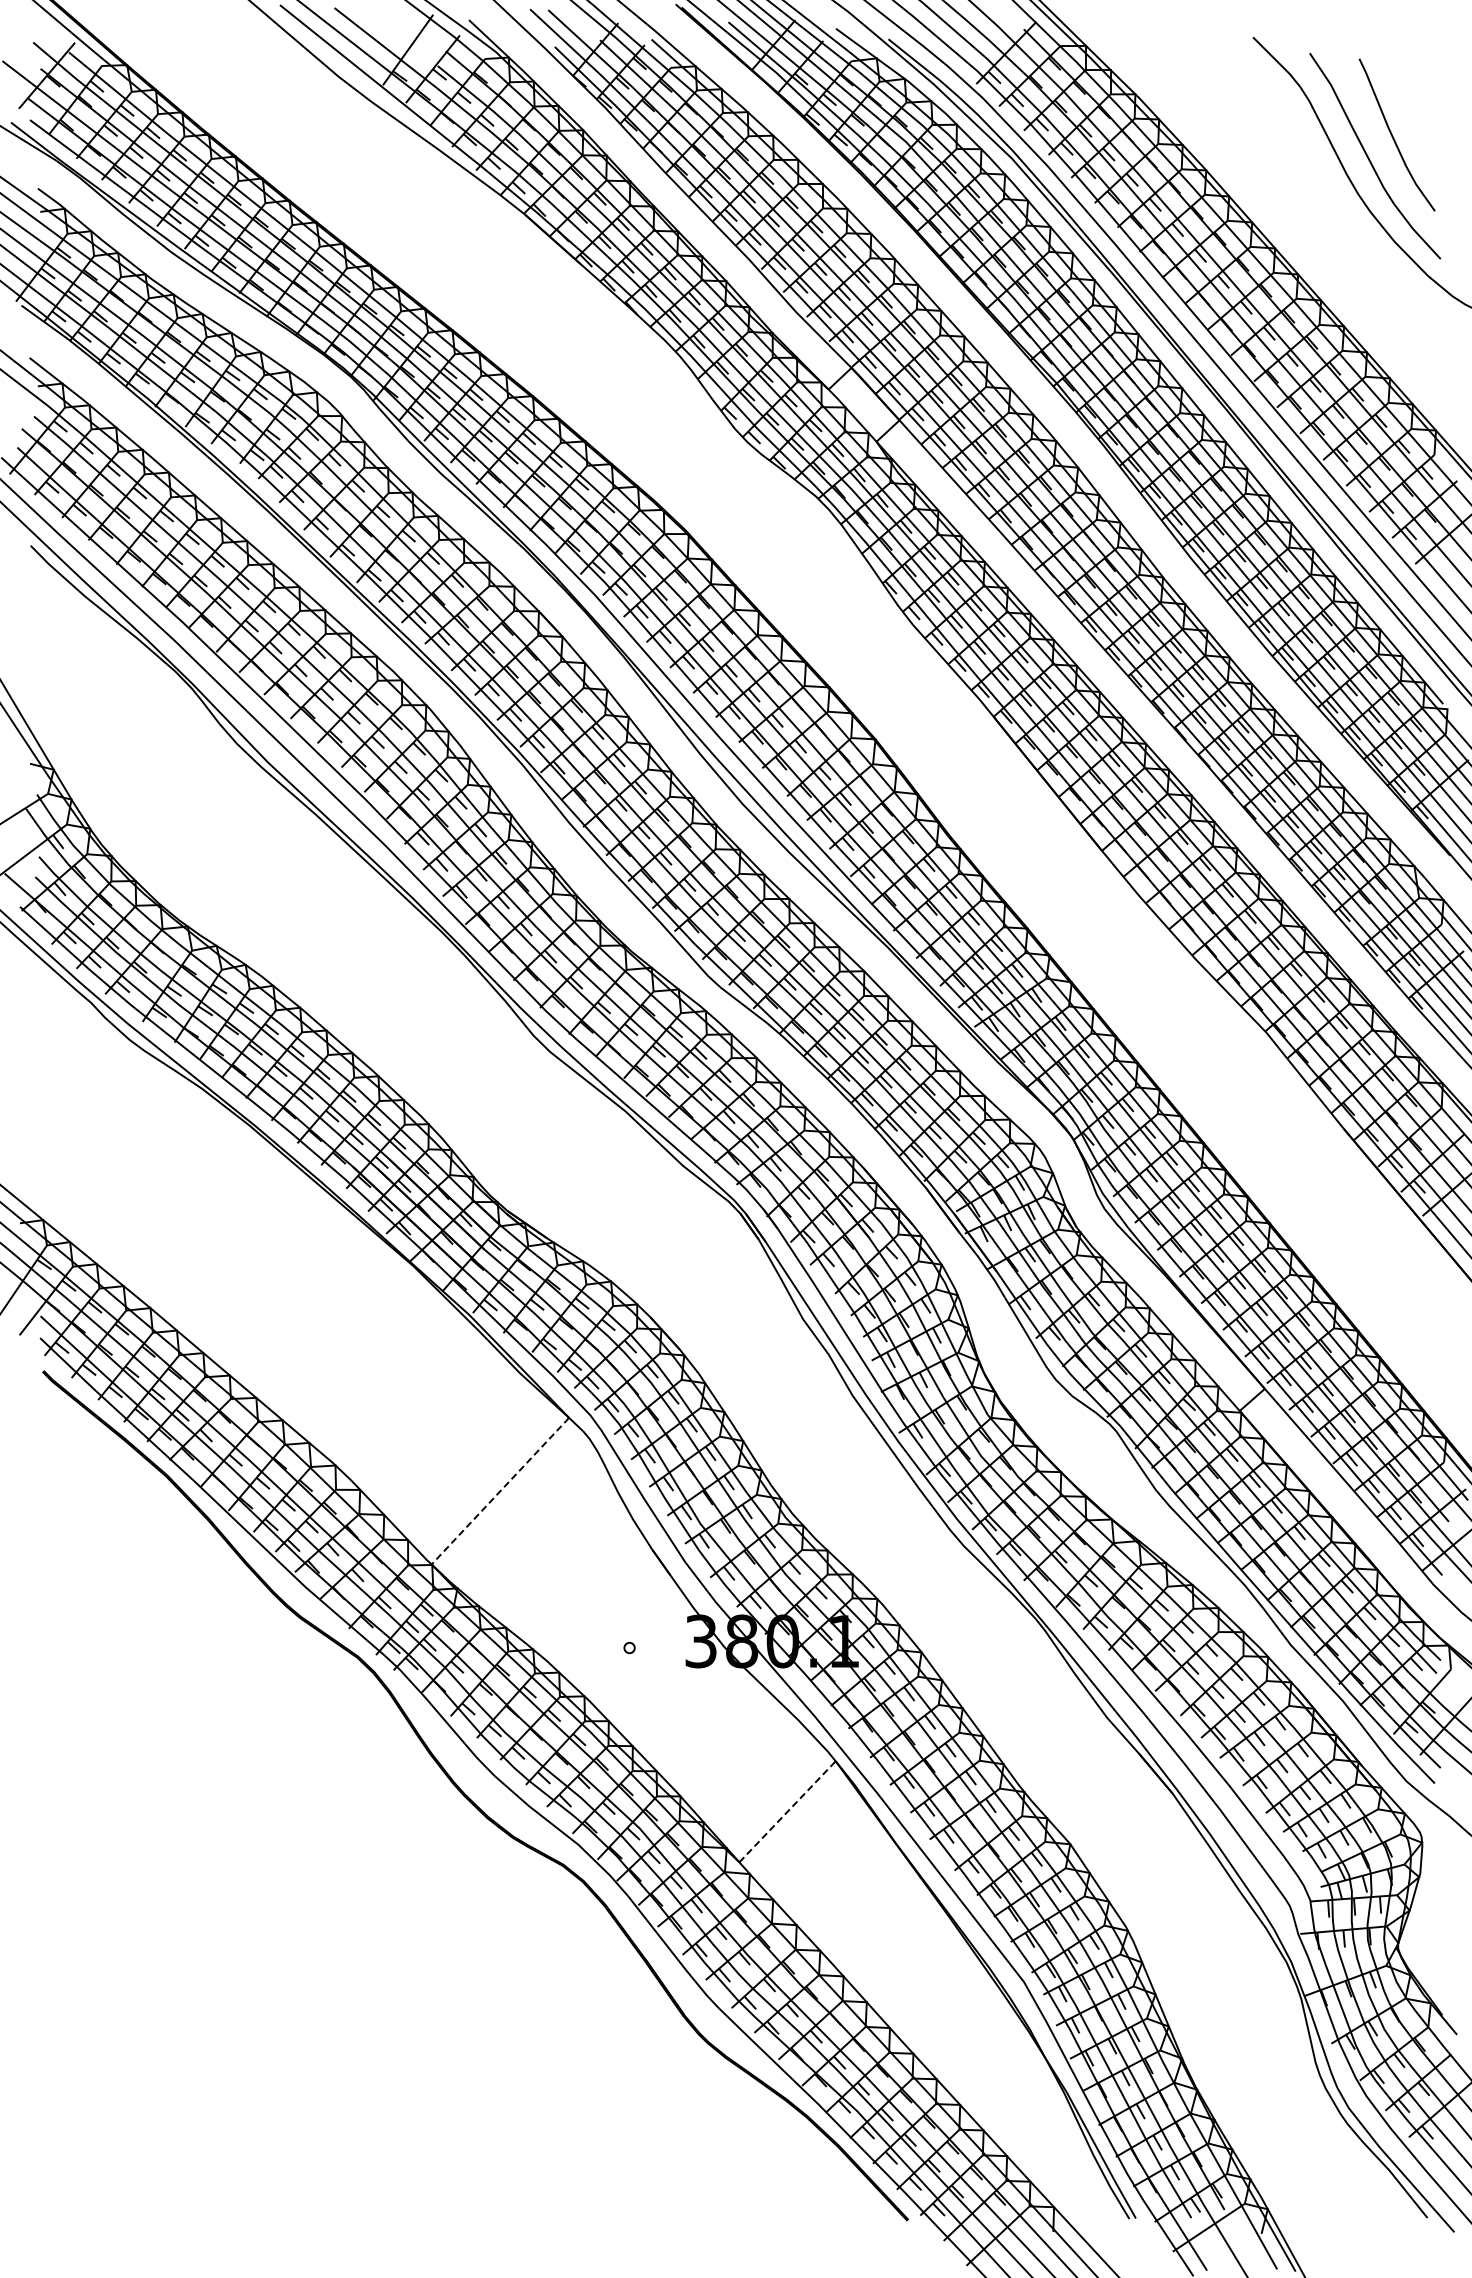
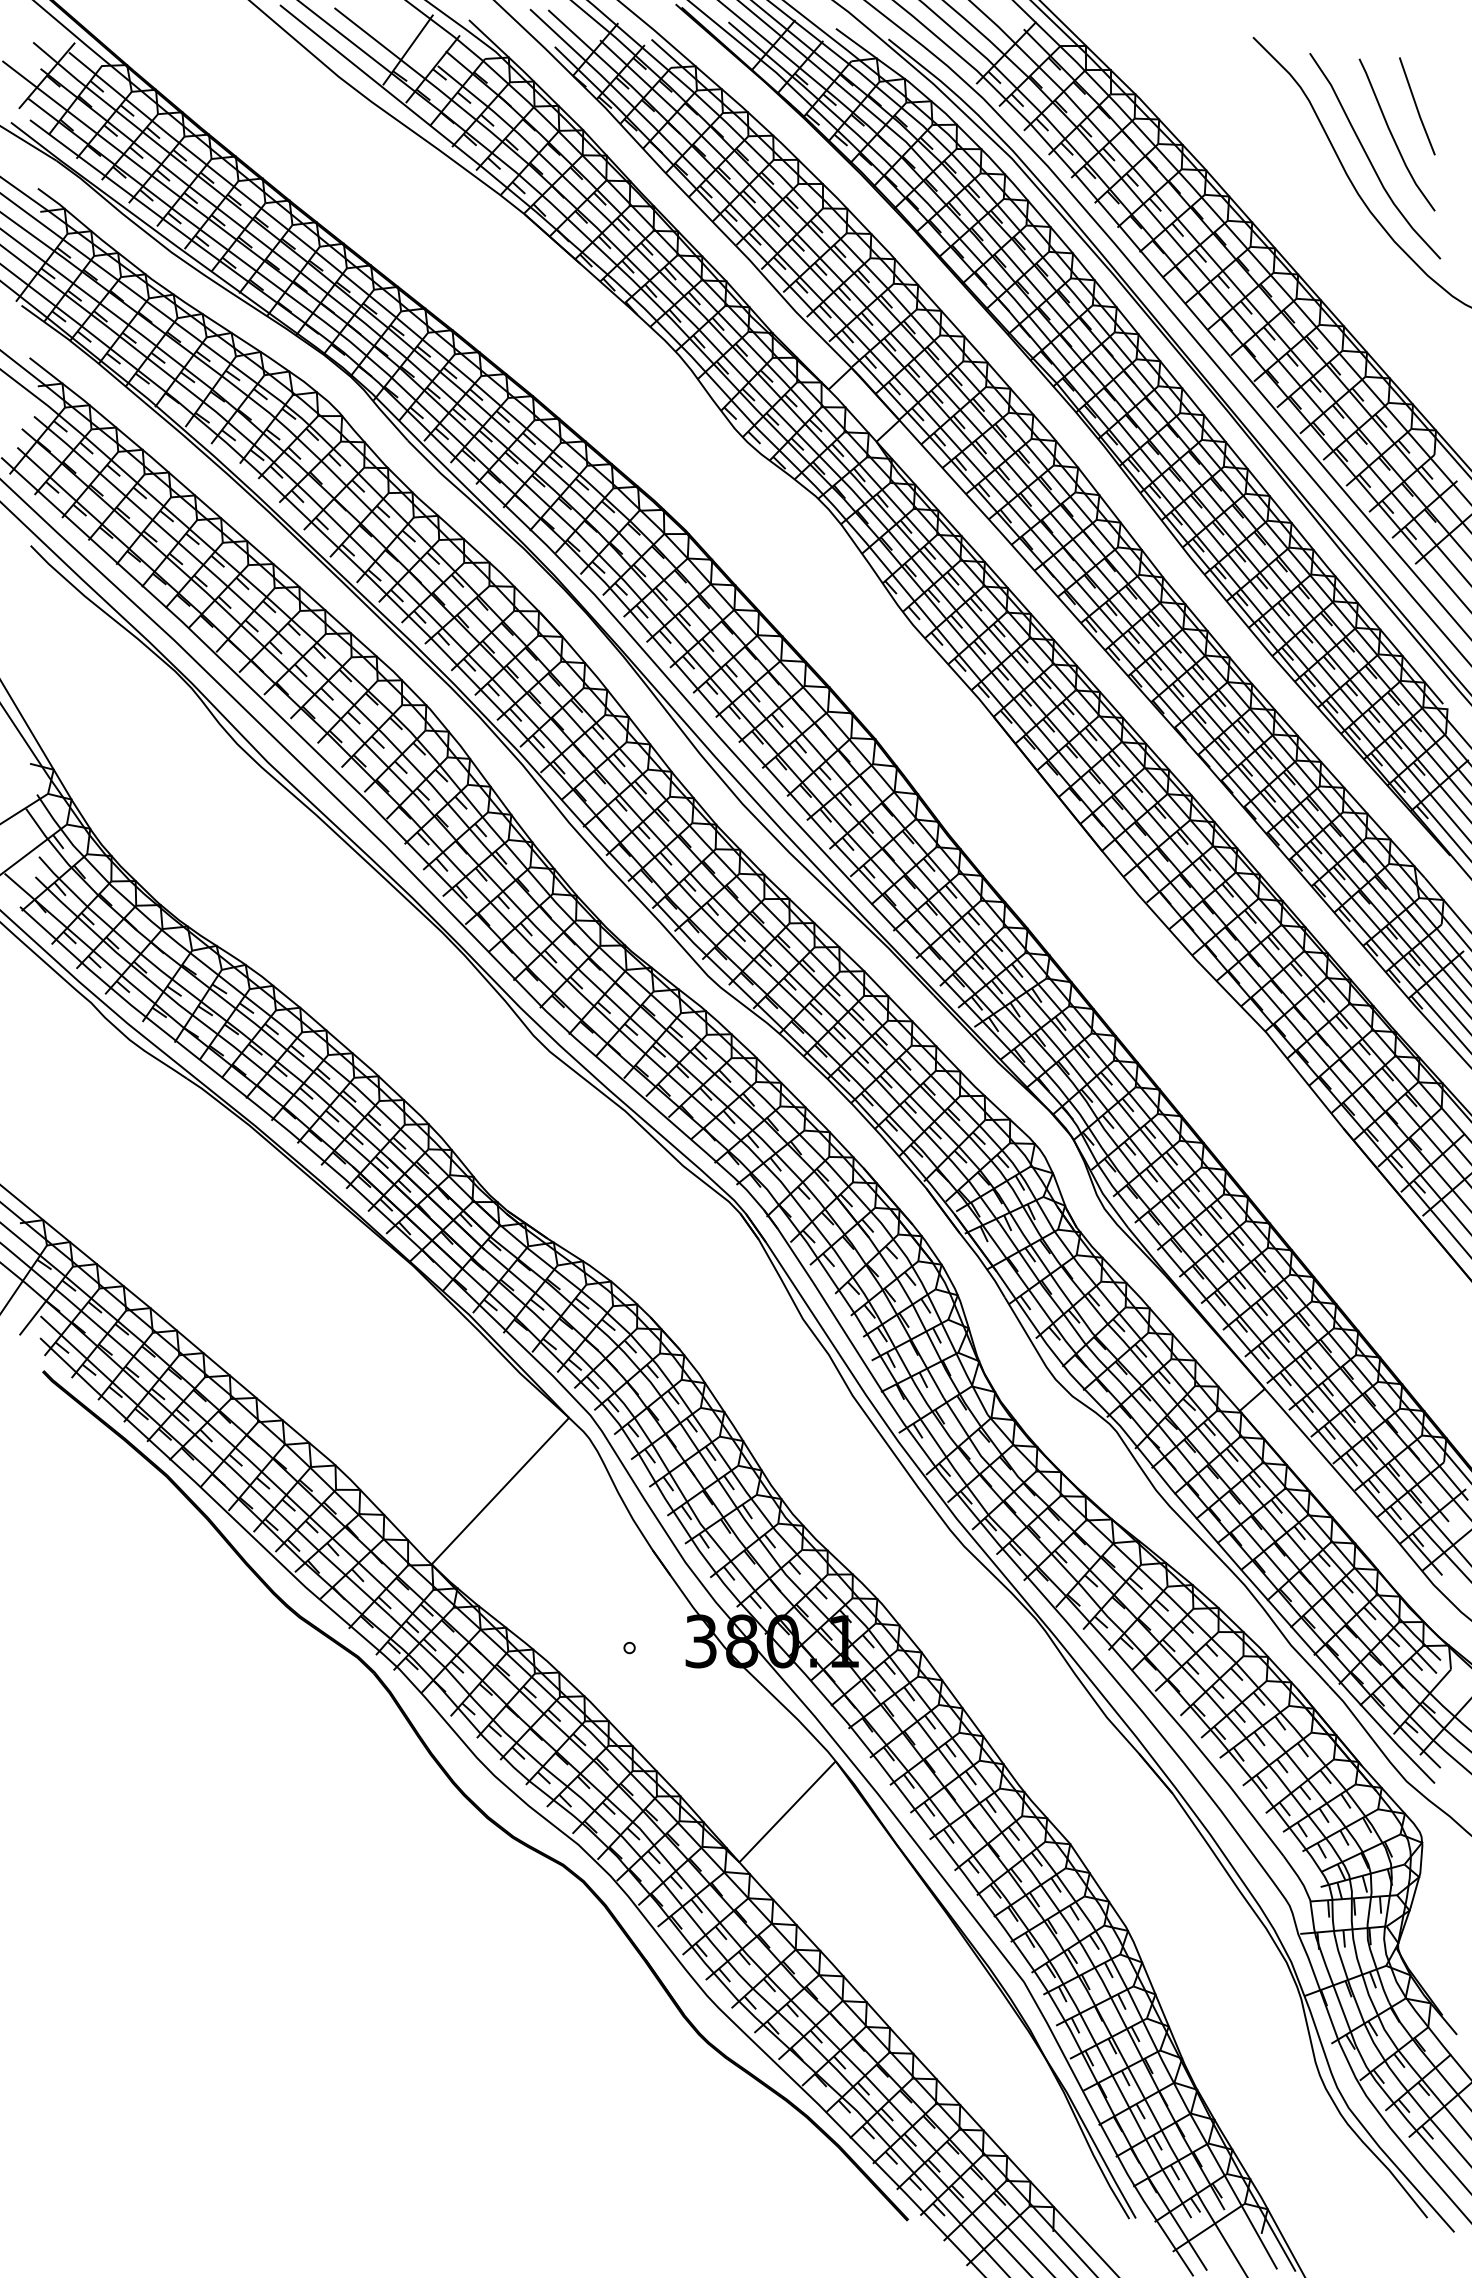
line at (1417, 106): none -> present
line at (500, 1491): dashed -> solid
line at (787, 1811): dashed -> solid
